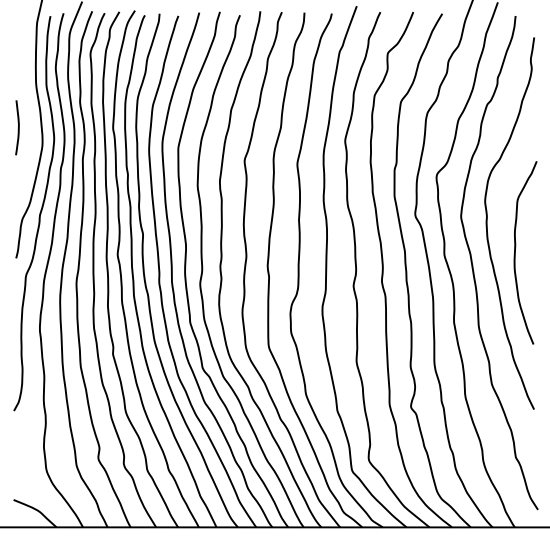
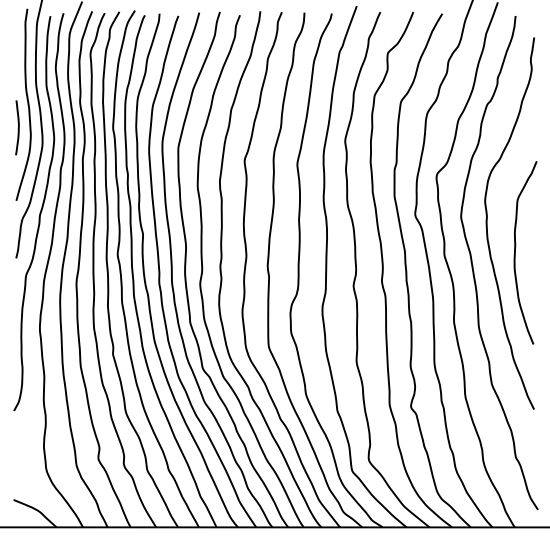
curve at (27, 104): none -> present
